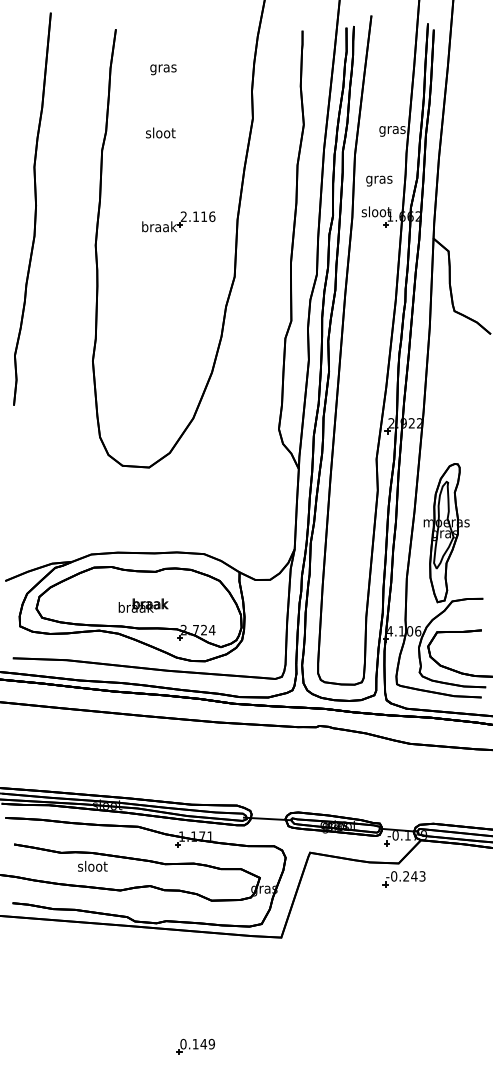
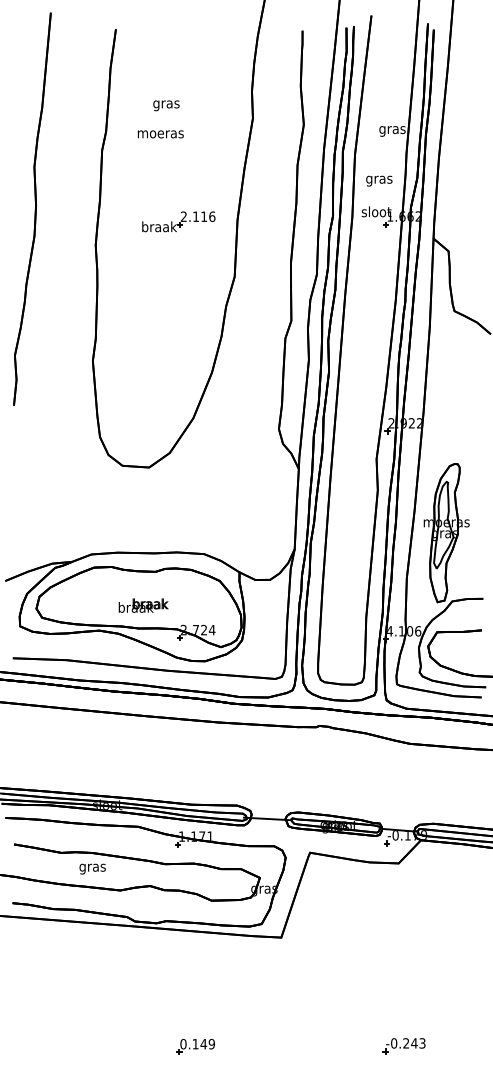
text at (163, 69) position: (163, 69) -> (166, 105)
text at (160, 132): sloot -> moeras
text at (92, 867): sloot -> gras
part at (403, 879) position: (403, 879) -> (403, 1046)
